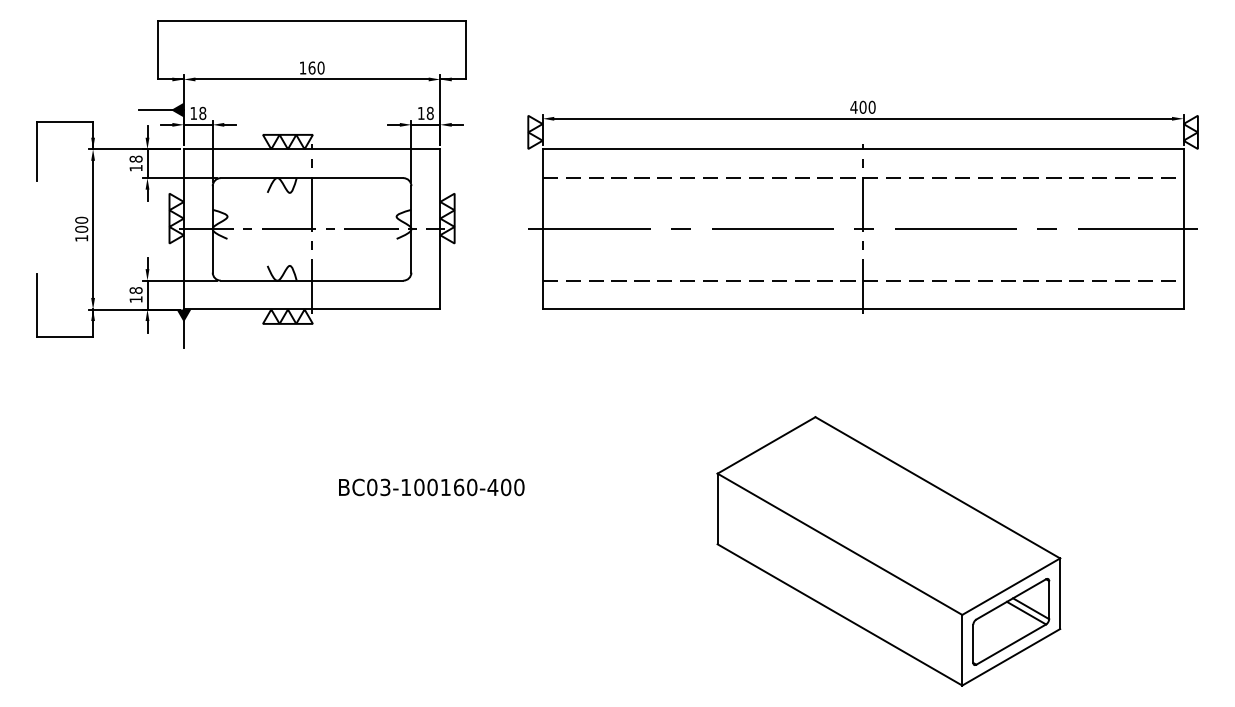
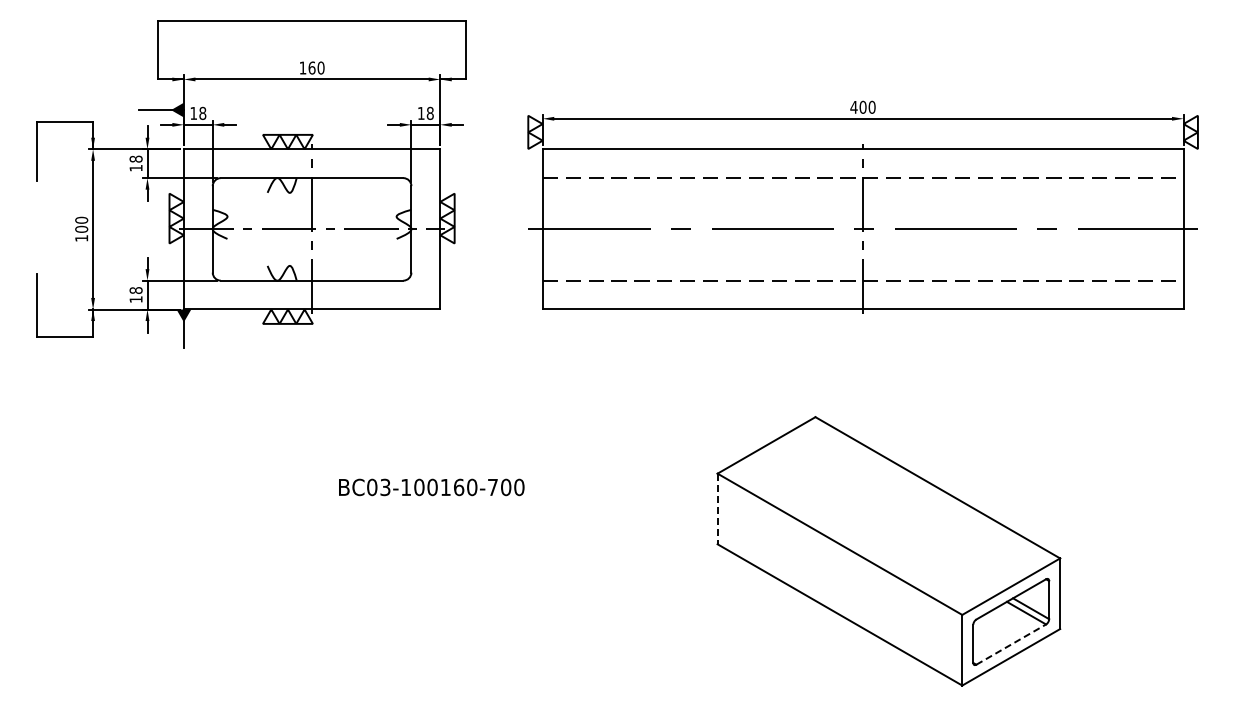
text at (492, 487): BC03-100160-400 -> BC03-100160-700
line at (717, 509): solid -> dashed
line at (1011, 644): solid -> dashed
